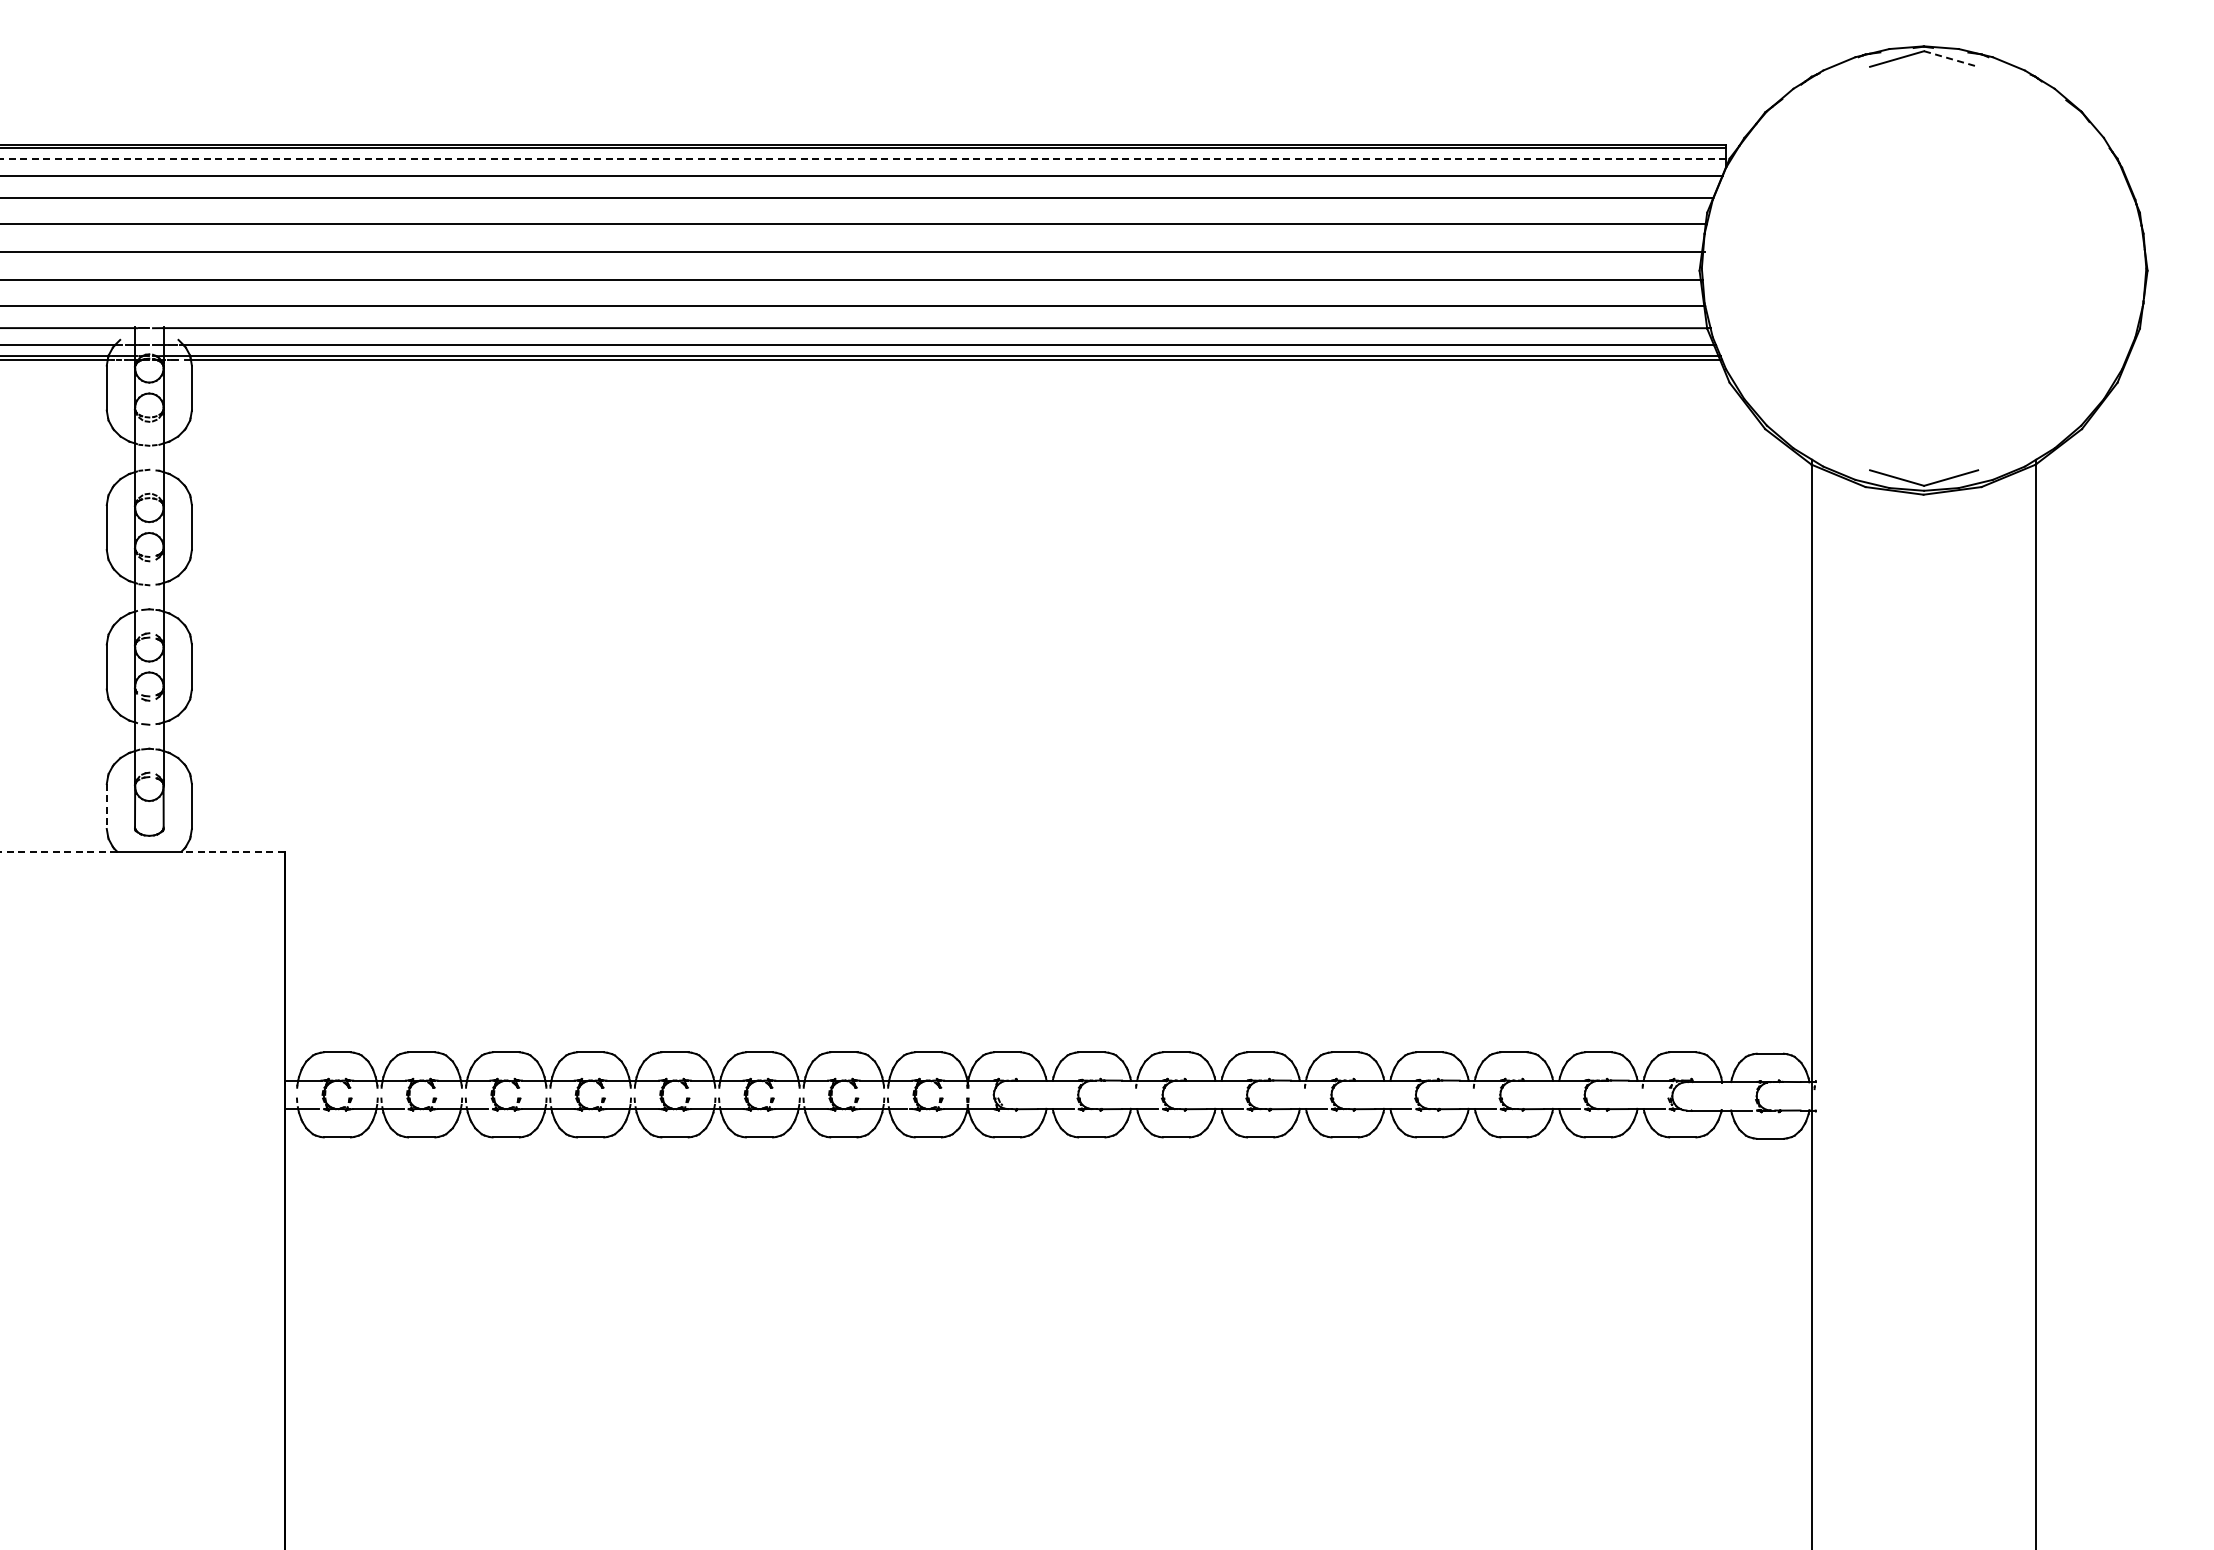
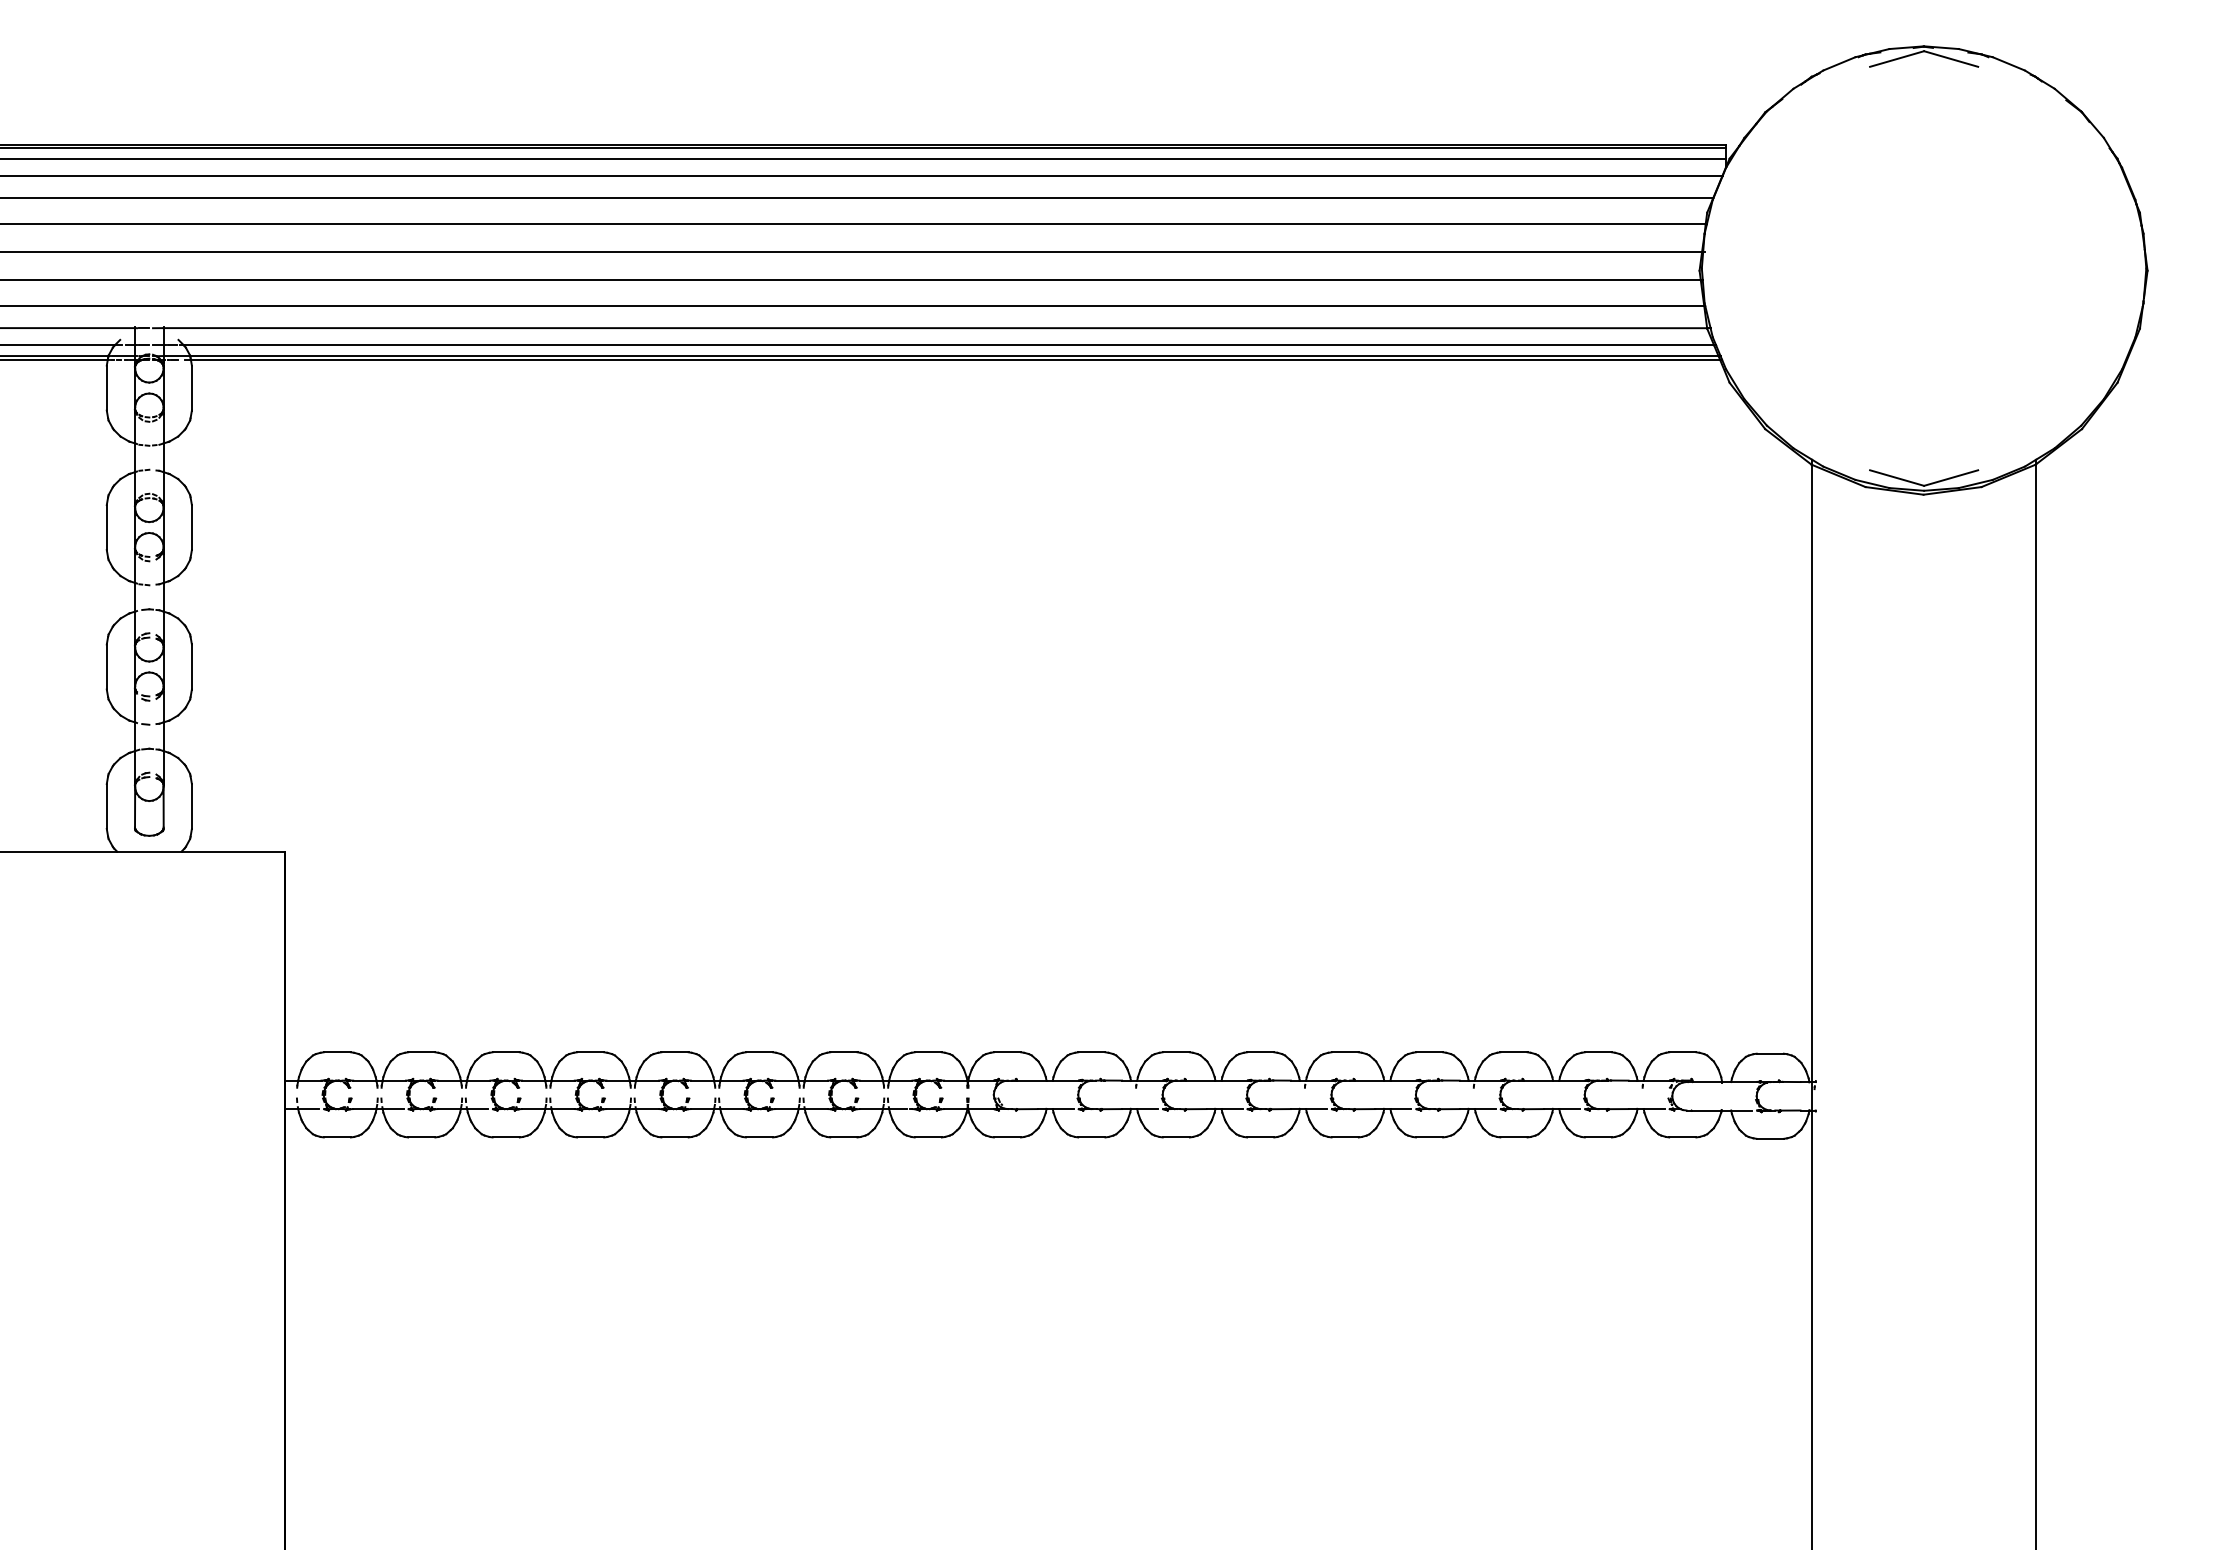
line at (1951, 59): dashed -> solid
line at (863, 159): dashed -> solid
line at (106, 806): dashed -> solid
line at (58, 851): dashed -> solid
line at (233, 851): dashed -> solid
